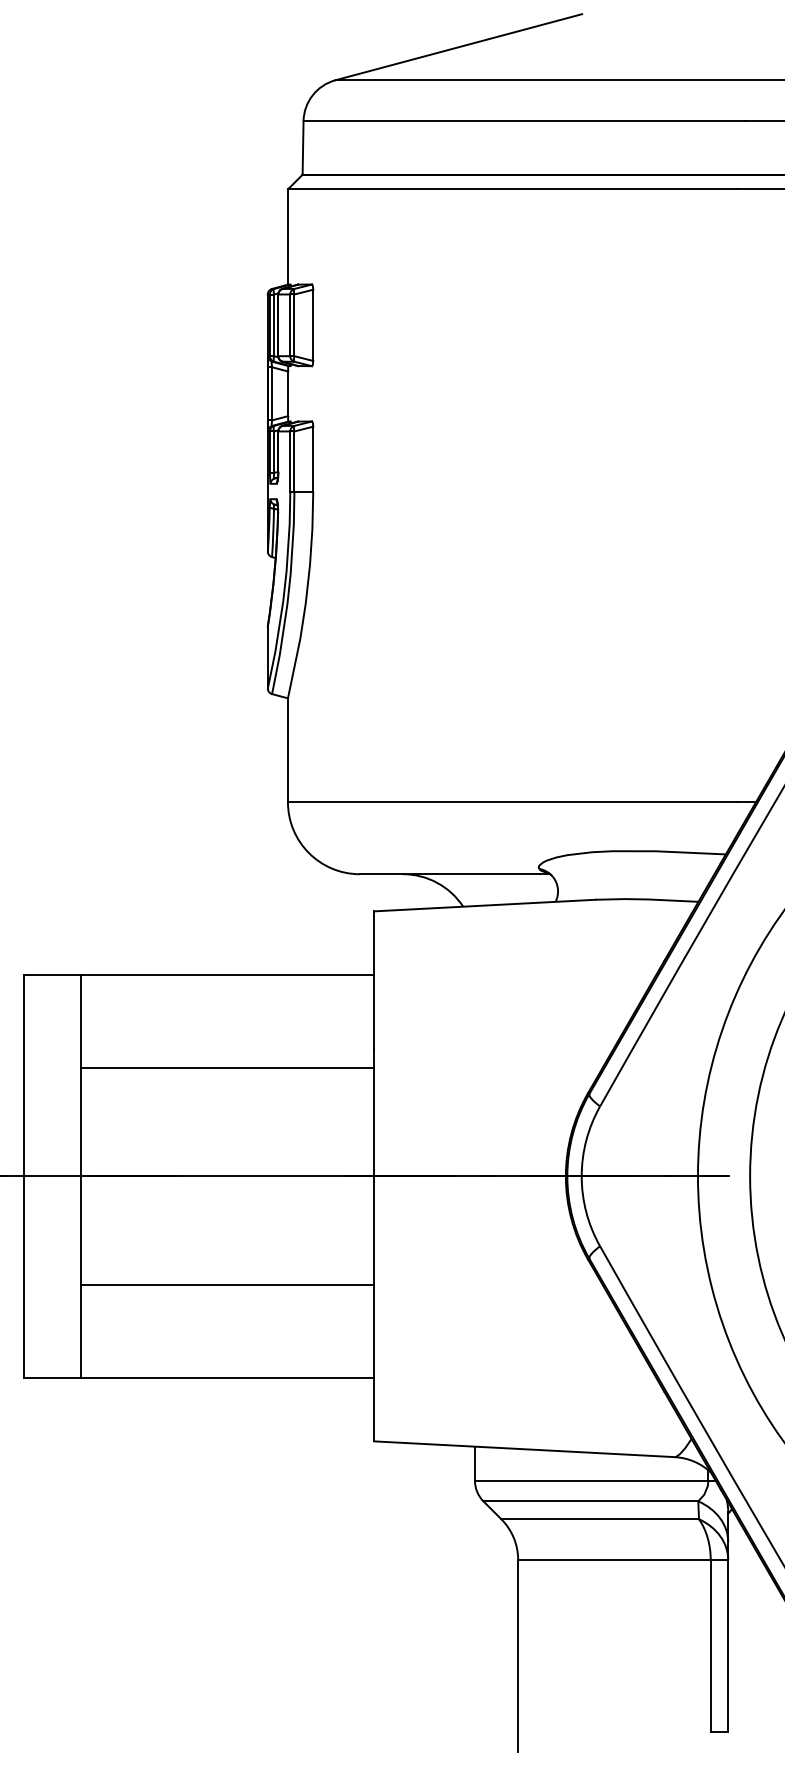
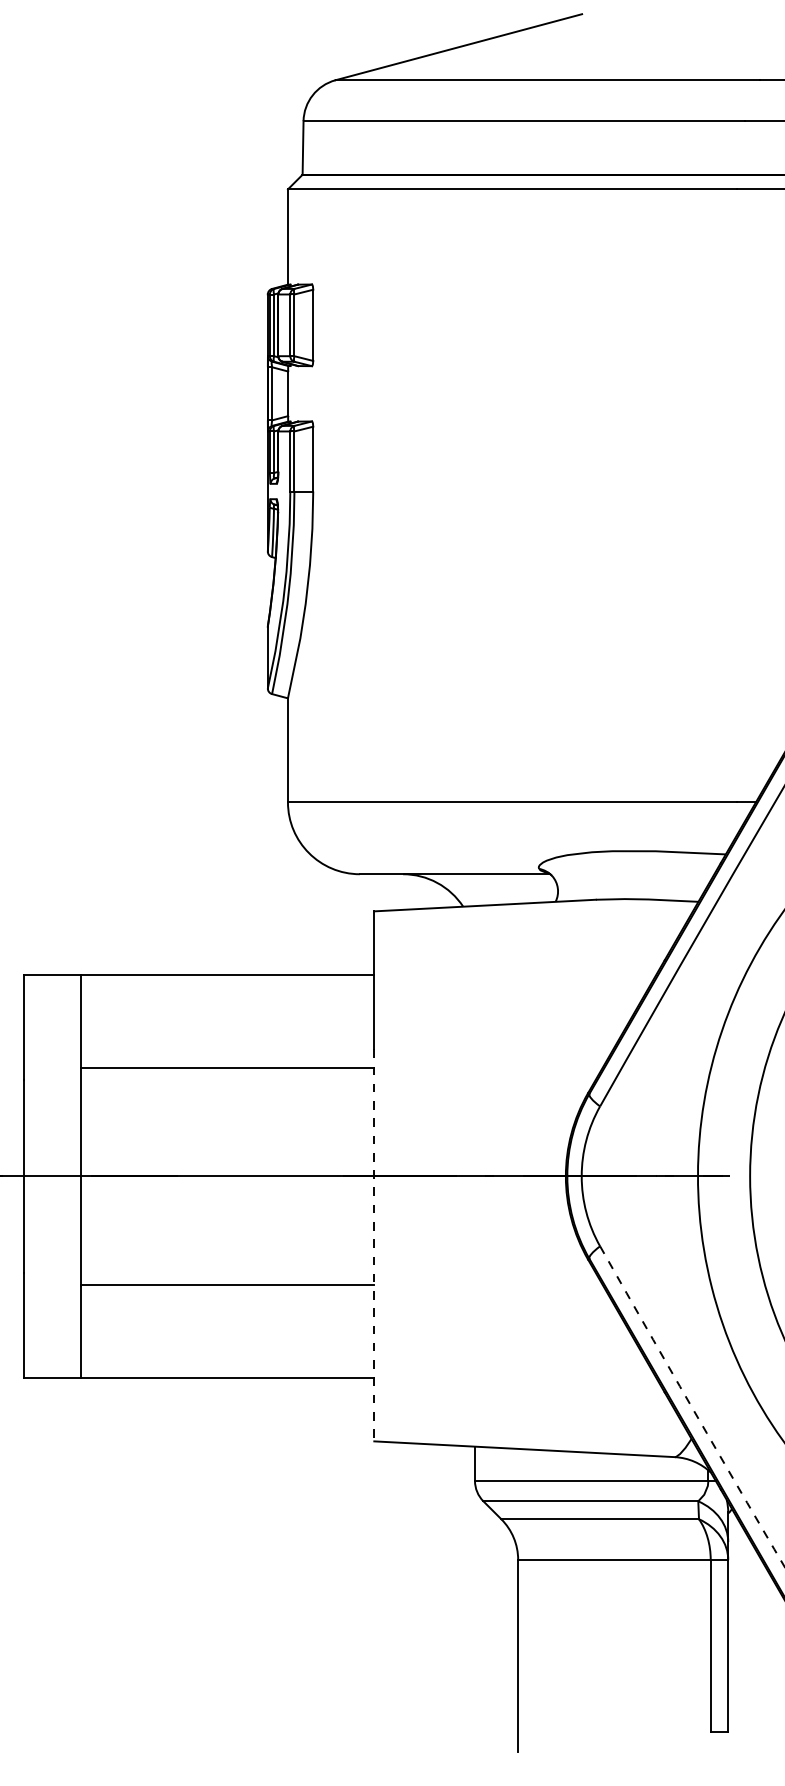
line at (374, 1245): solid -> dashed
arc at (692, 1407): solid -> dashed
